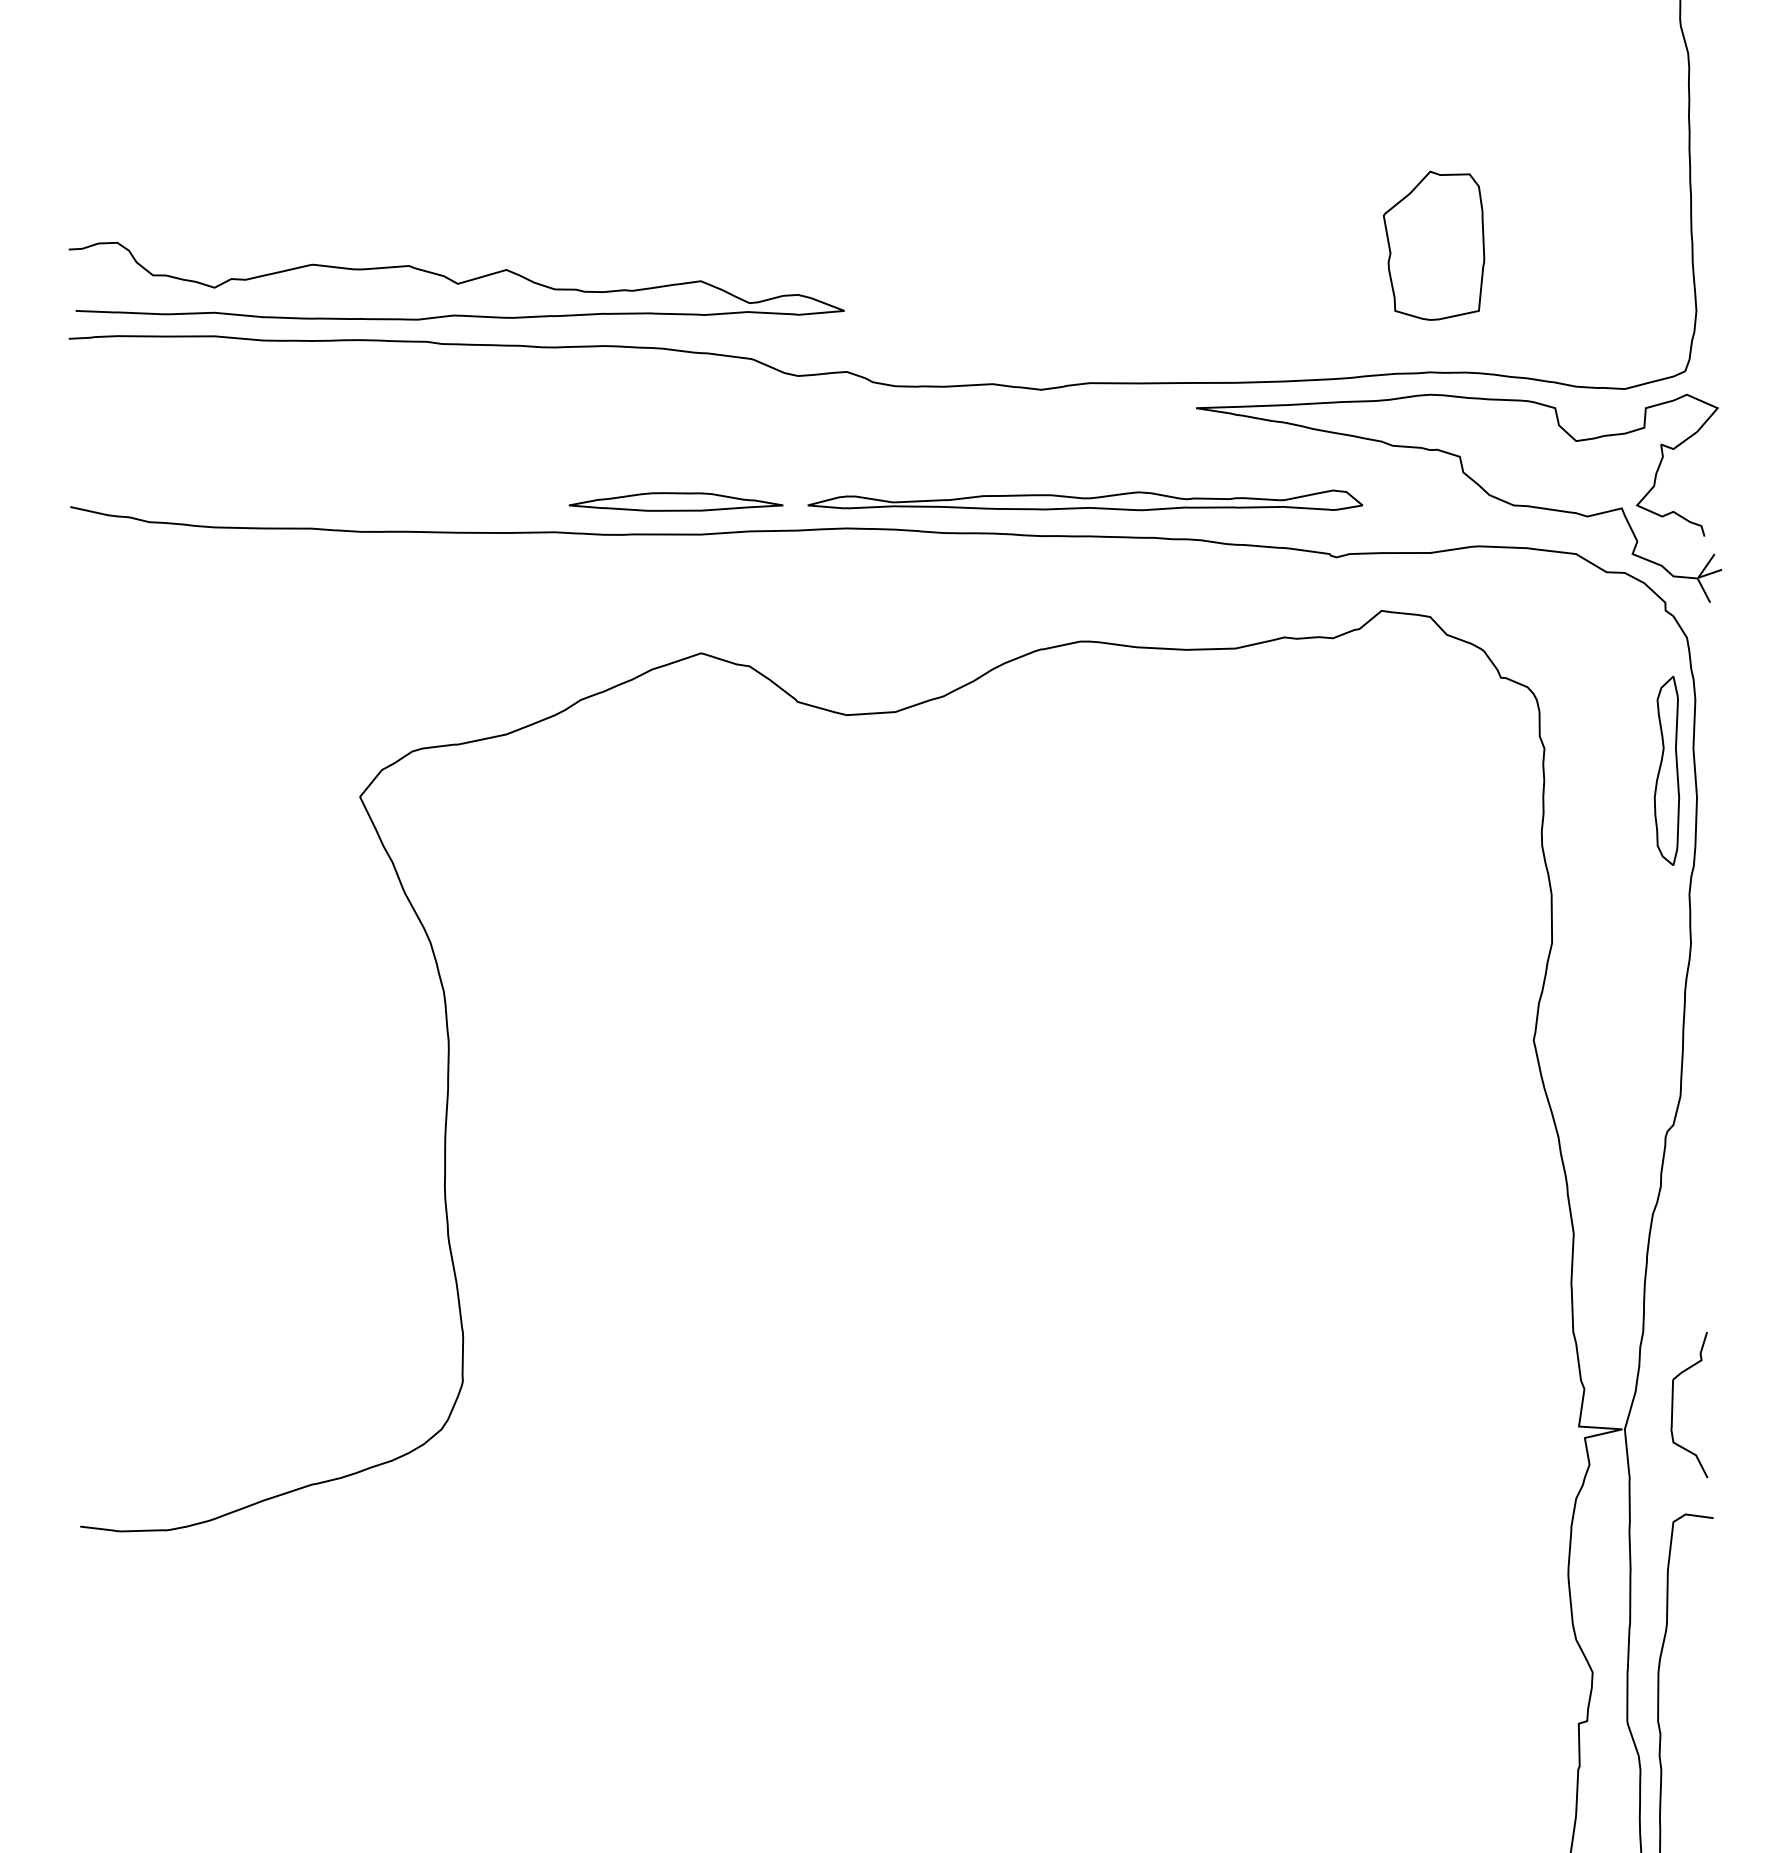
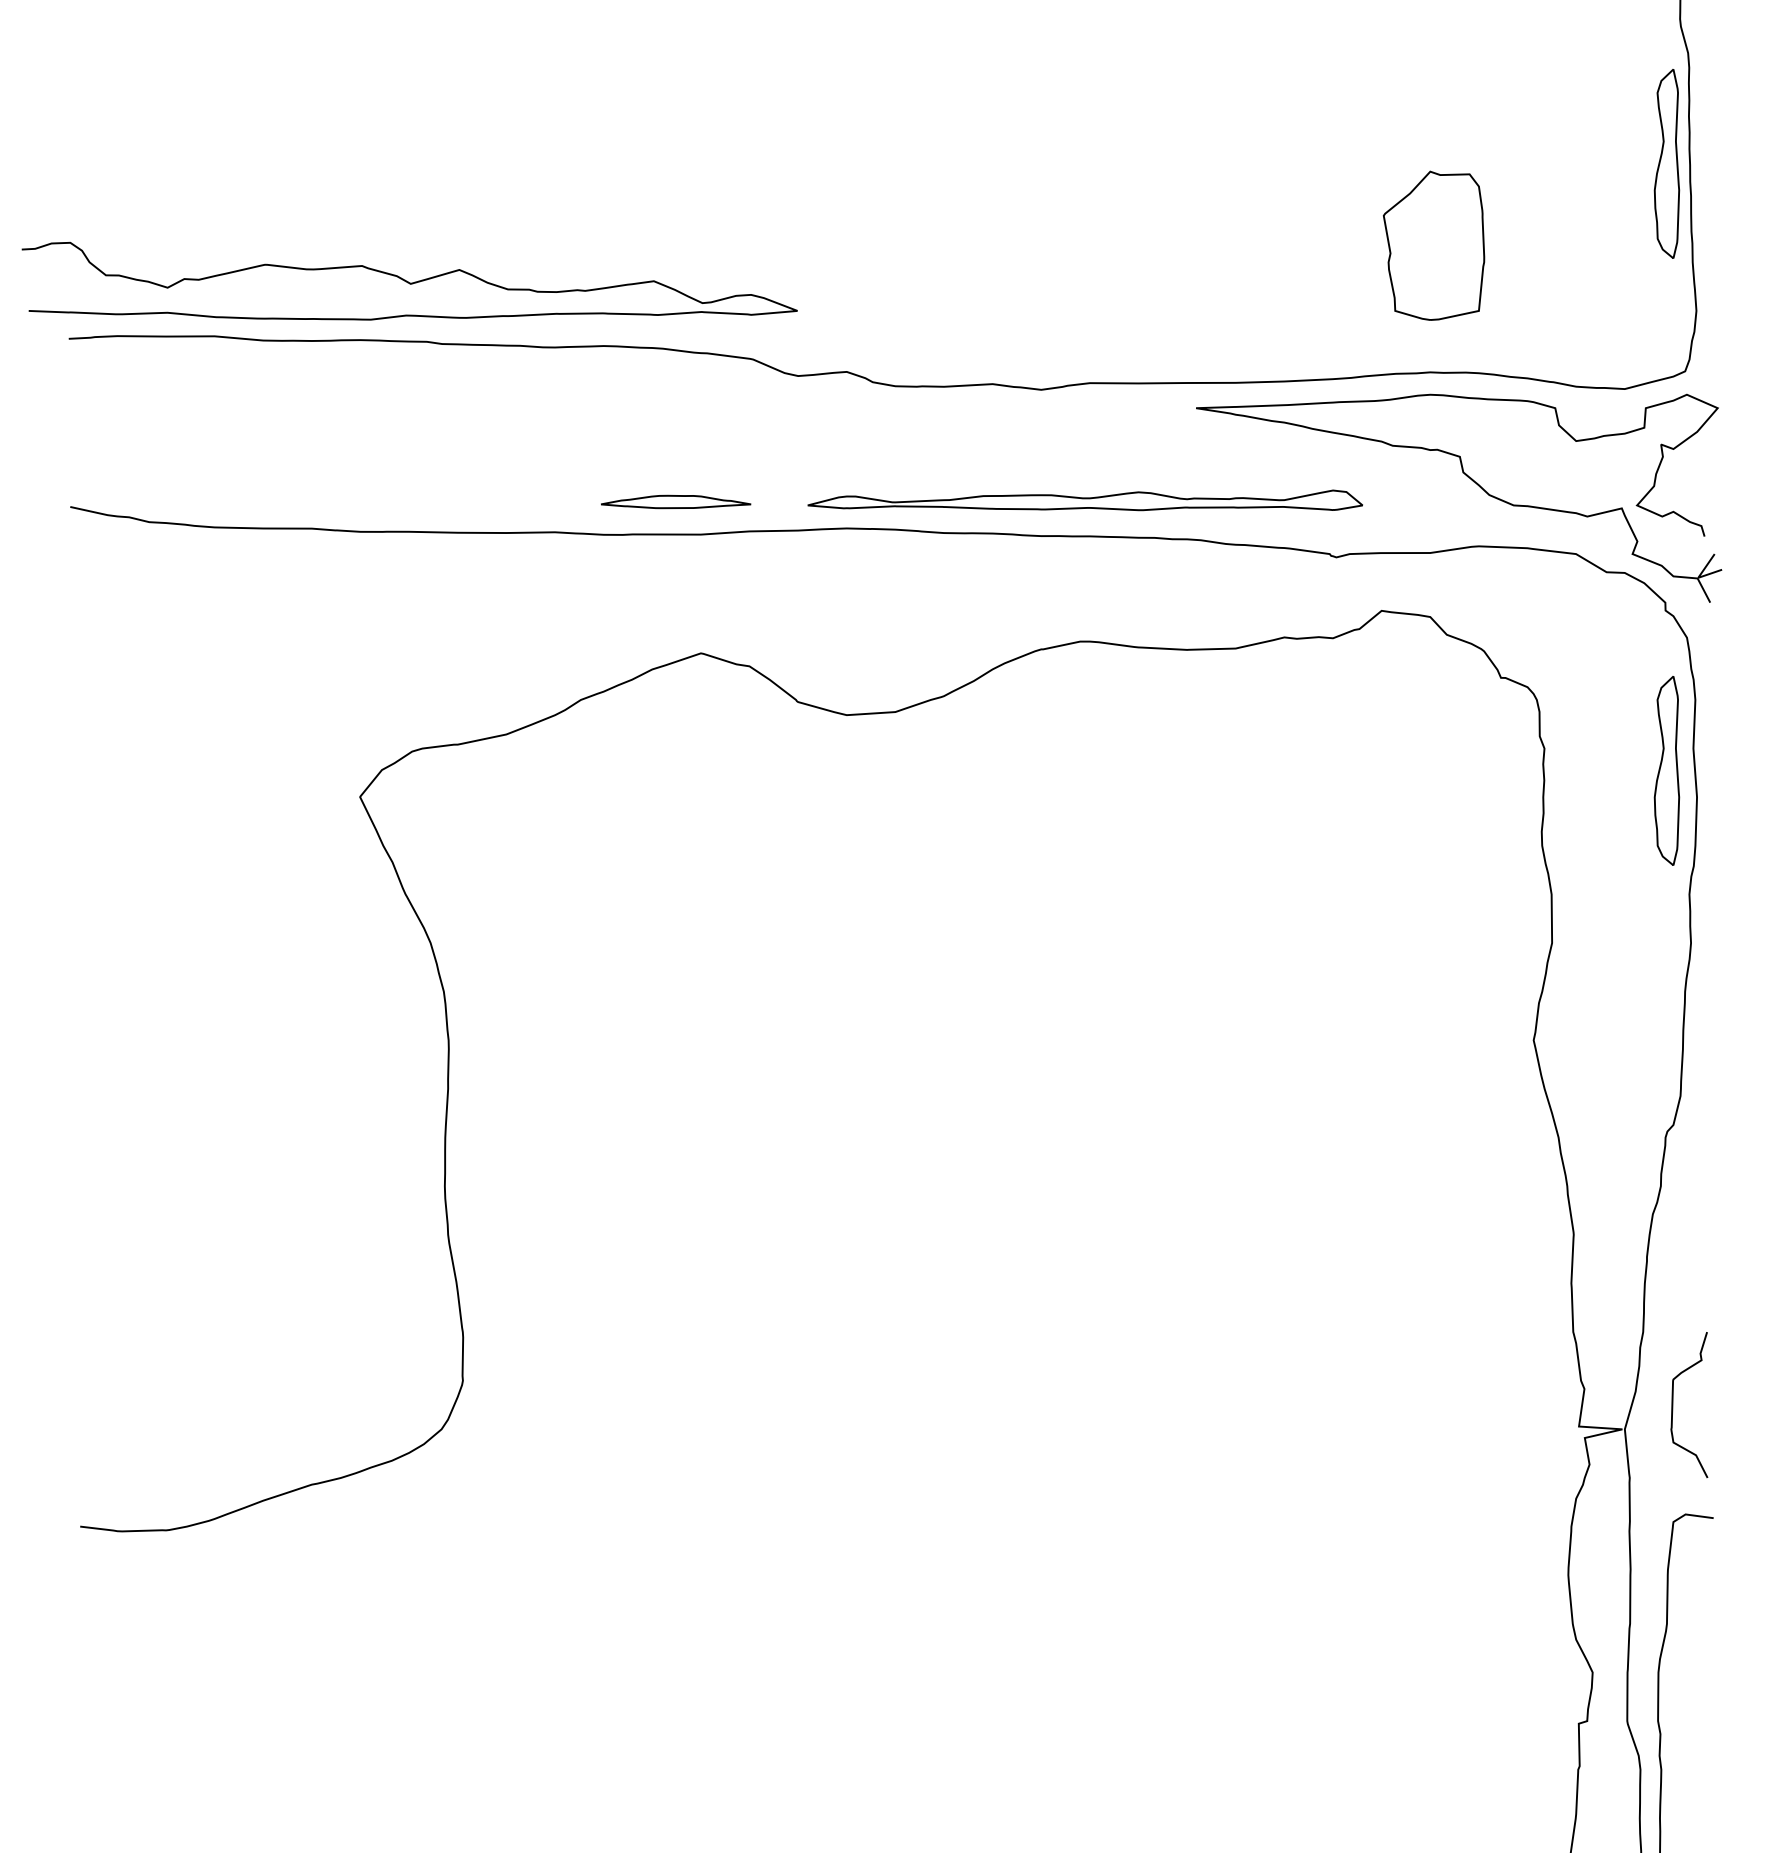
part at (1666, 163): none -> present
curve at (455, 281) position: (455, 281) -> (408, 281)
part at (675, 501) size: 216x20 px -> 151x16 px
